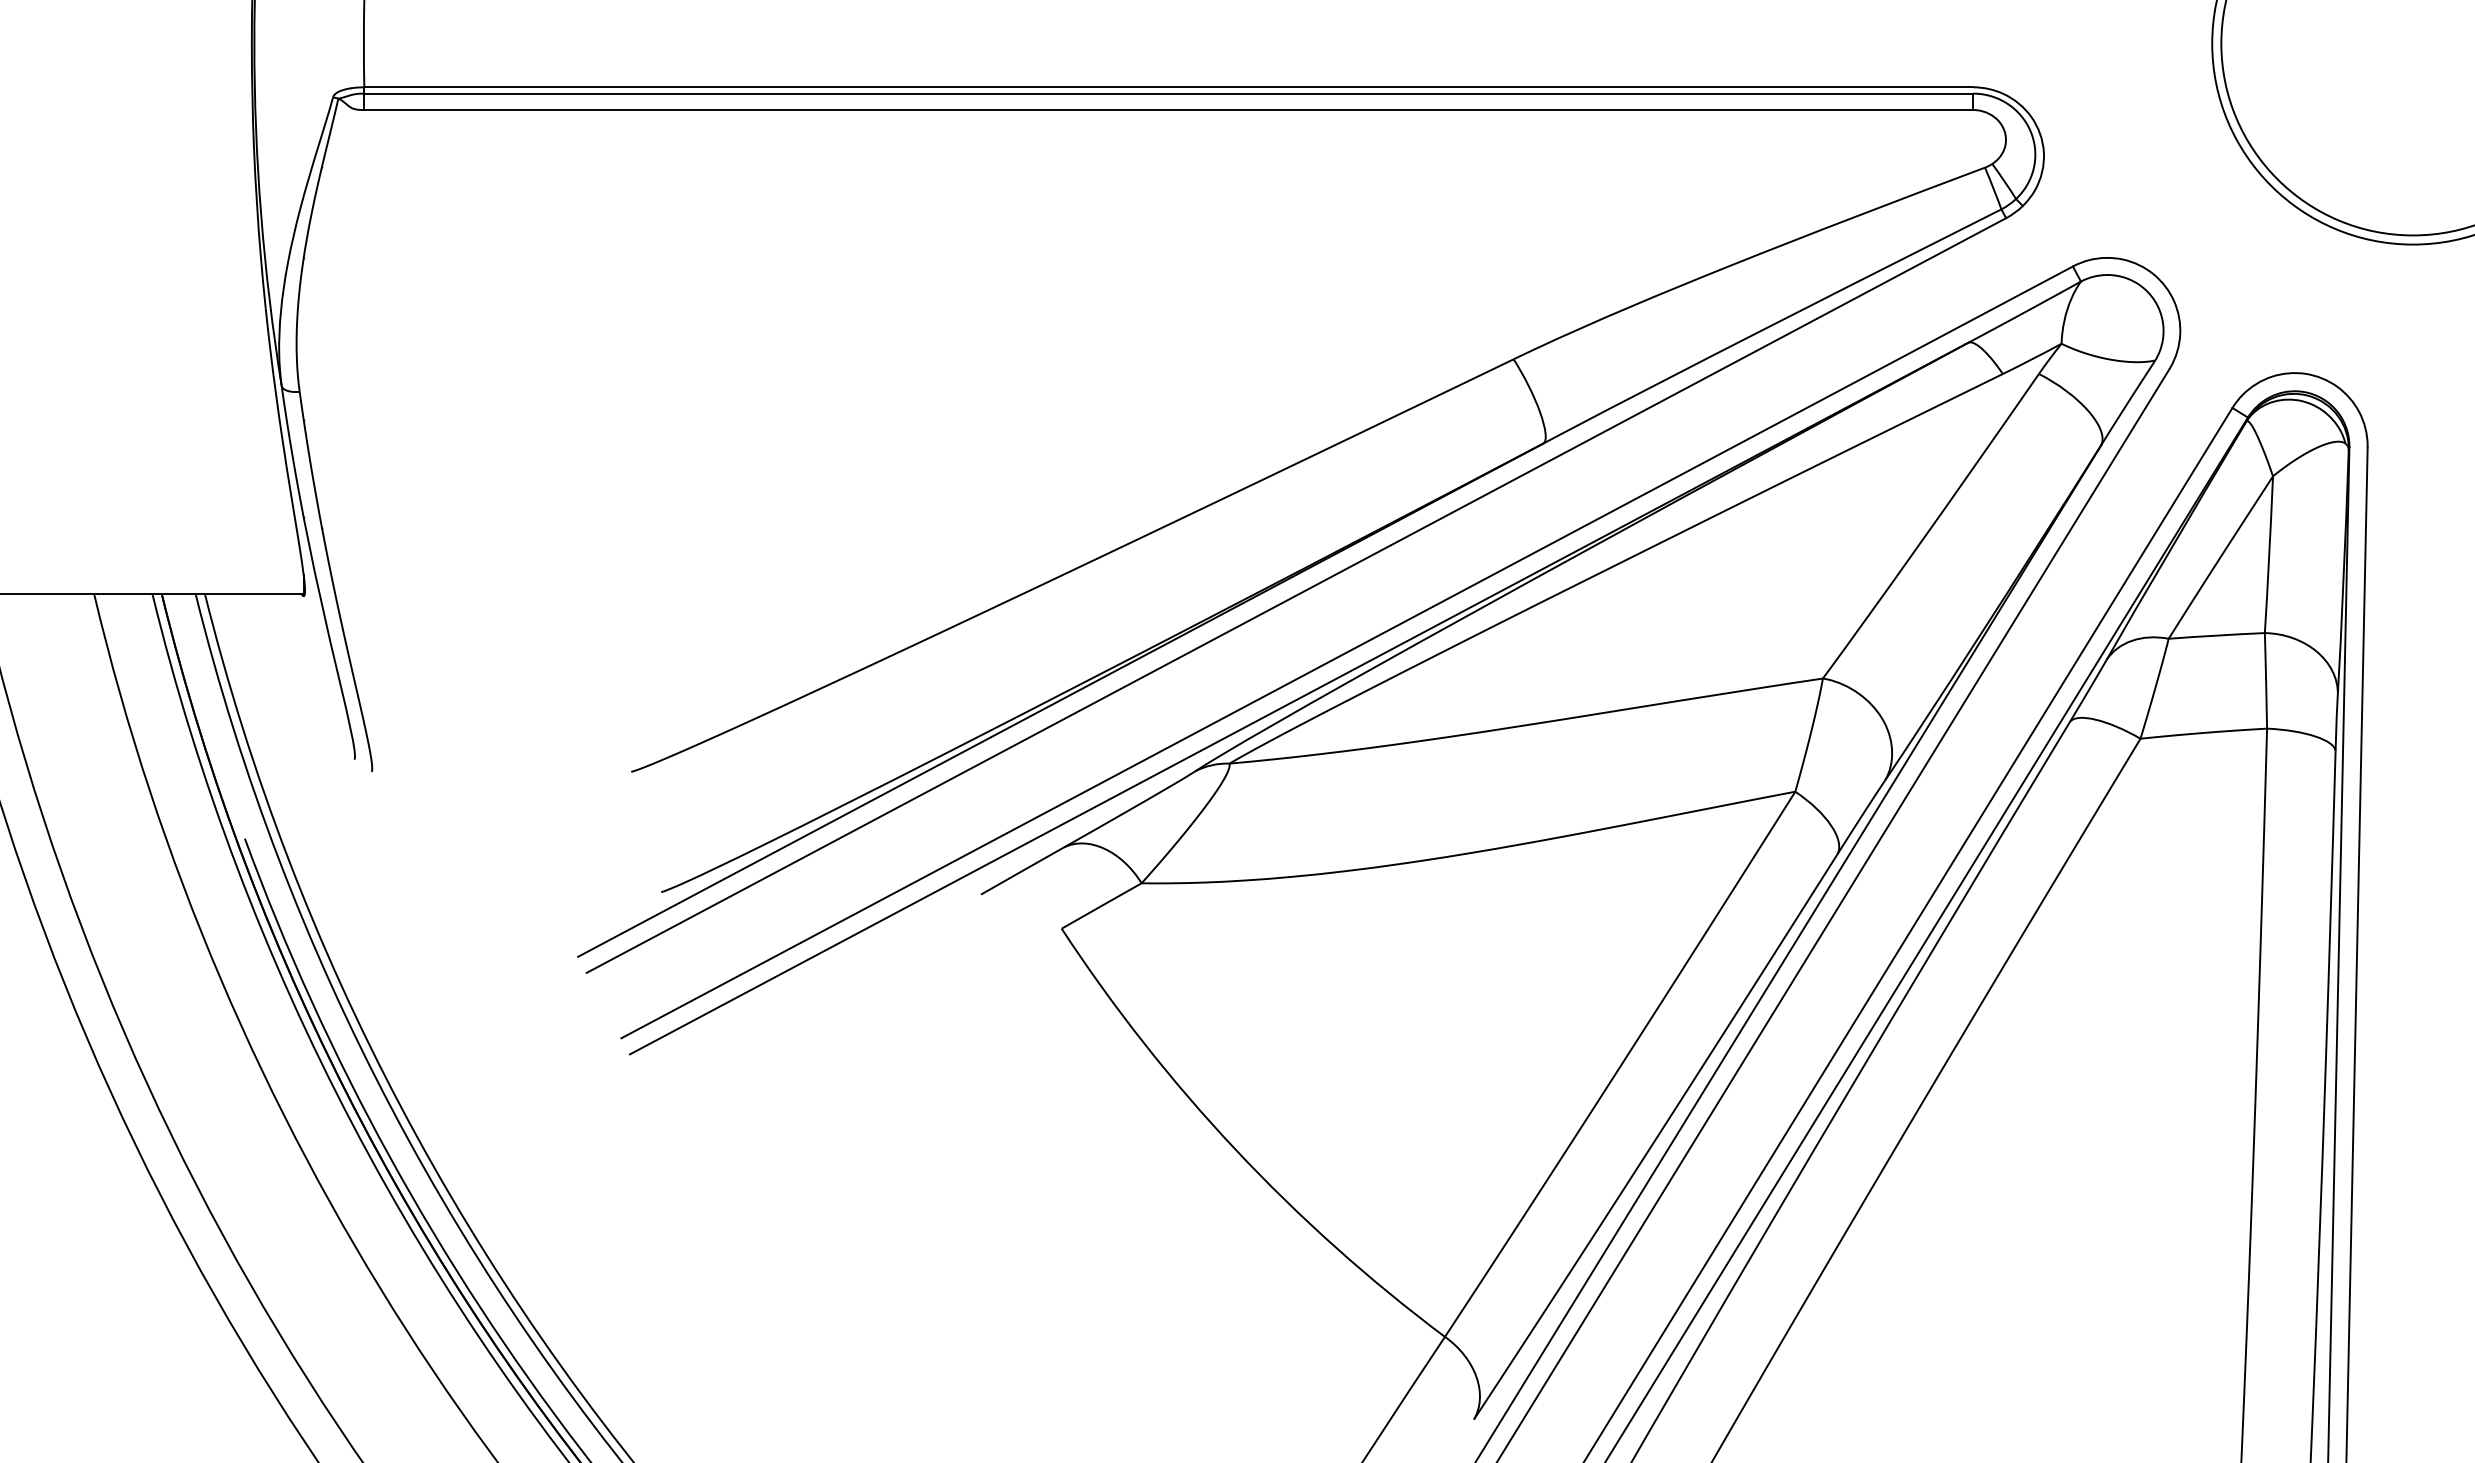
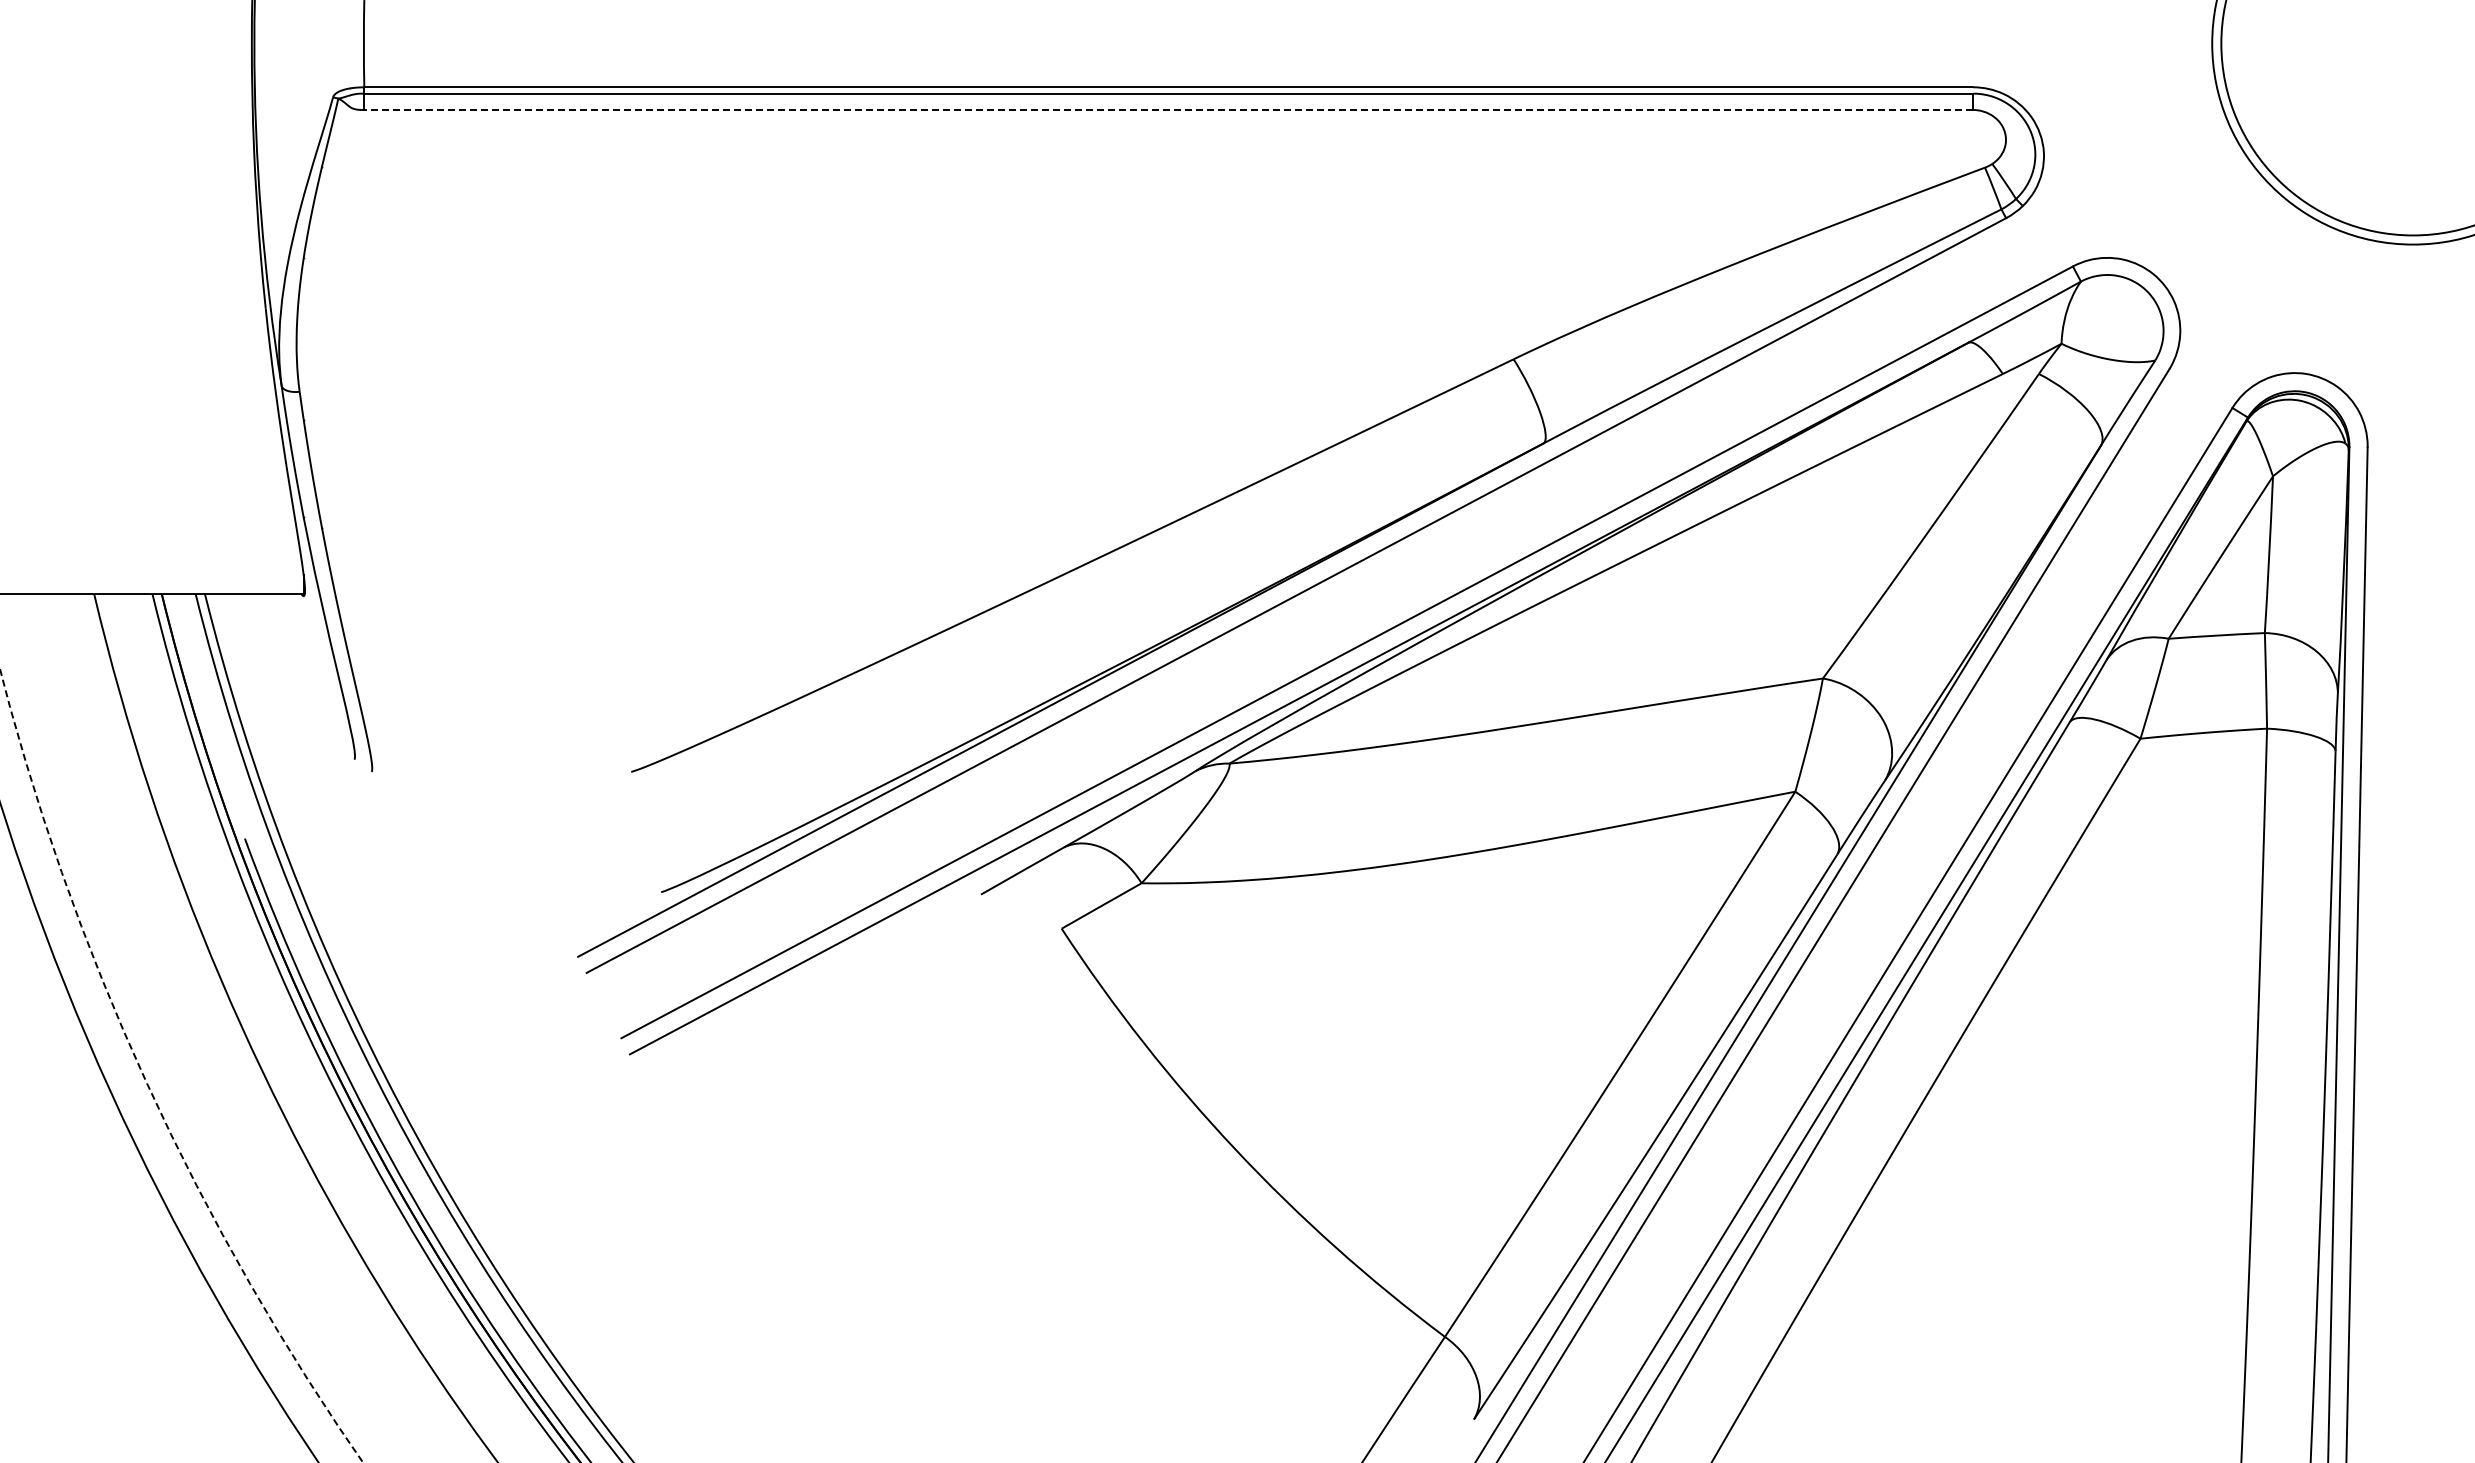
line at (1168, 110): solid -> dashed
arc at (147, 1083): solid -> dashed
